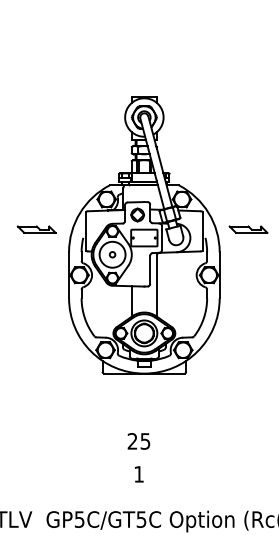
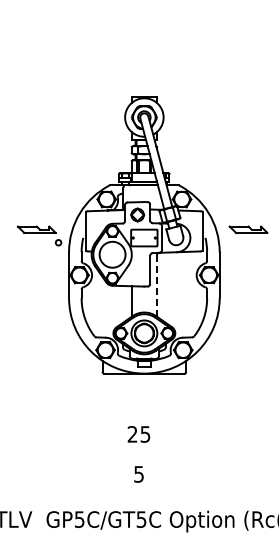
circle at (112, 254) position: (112, 254) -> (58, 242)
line at (156, 286): solid -> dashed
text at (138, 441) position: (138, 441) -> (138, 434)
text at (138, 474): 1 -> 5
